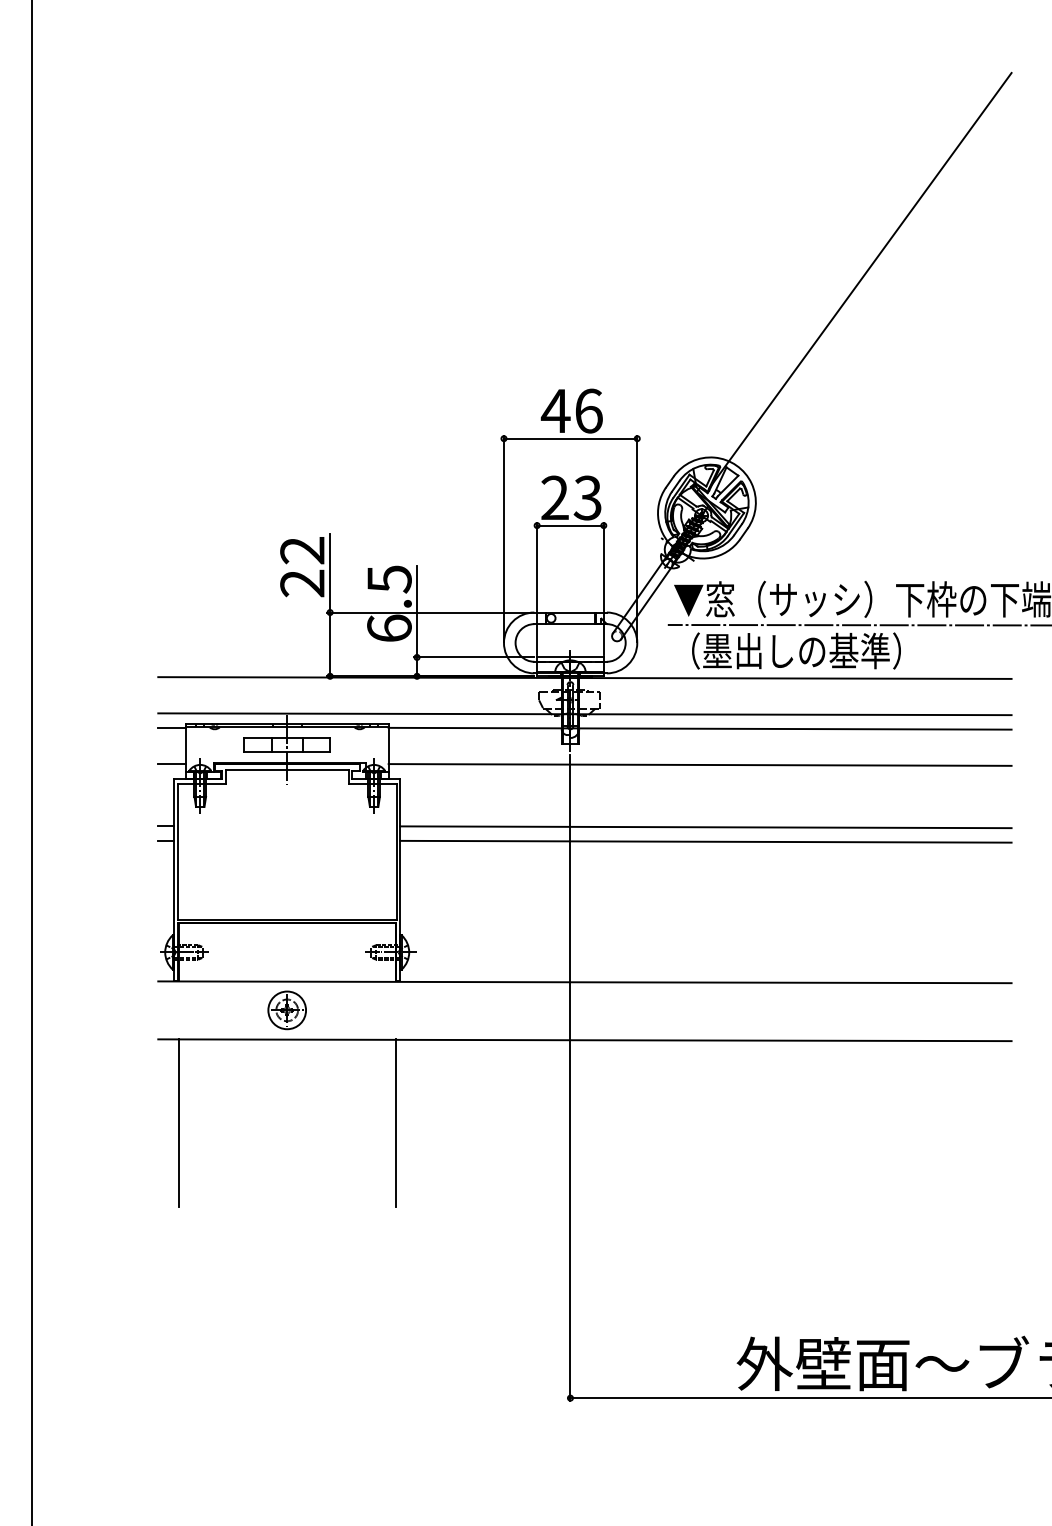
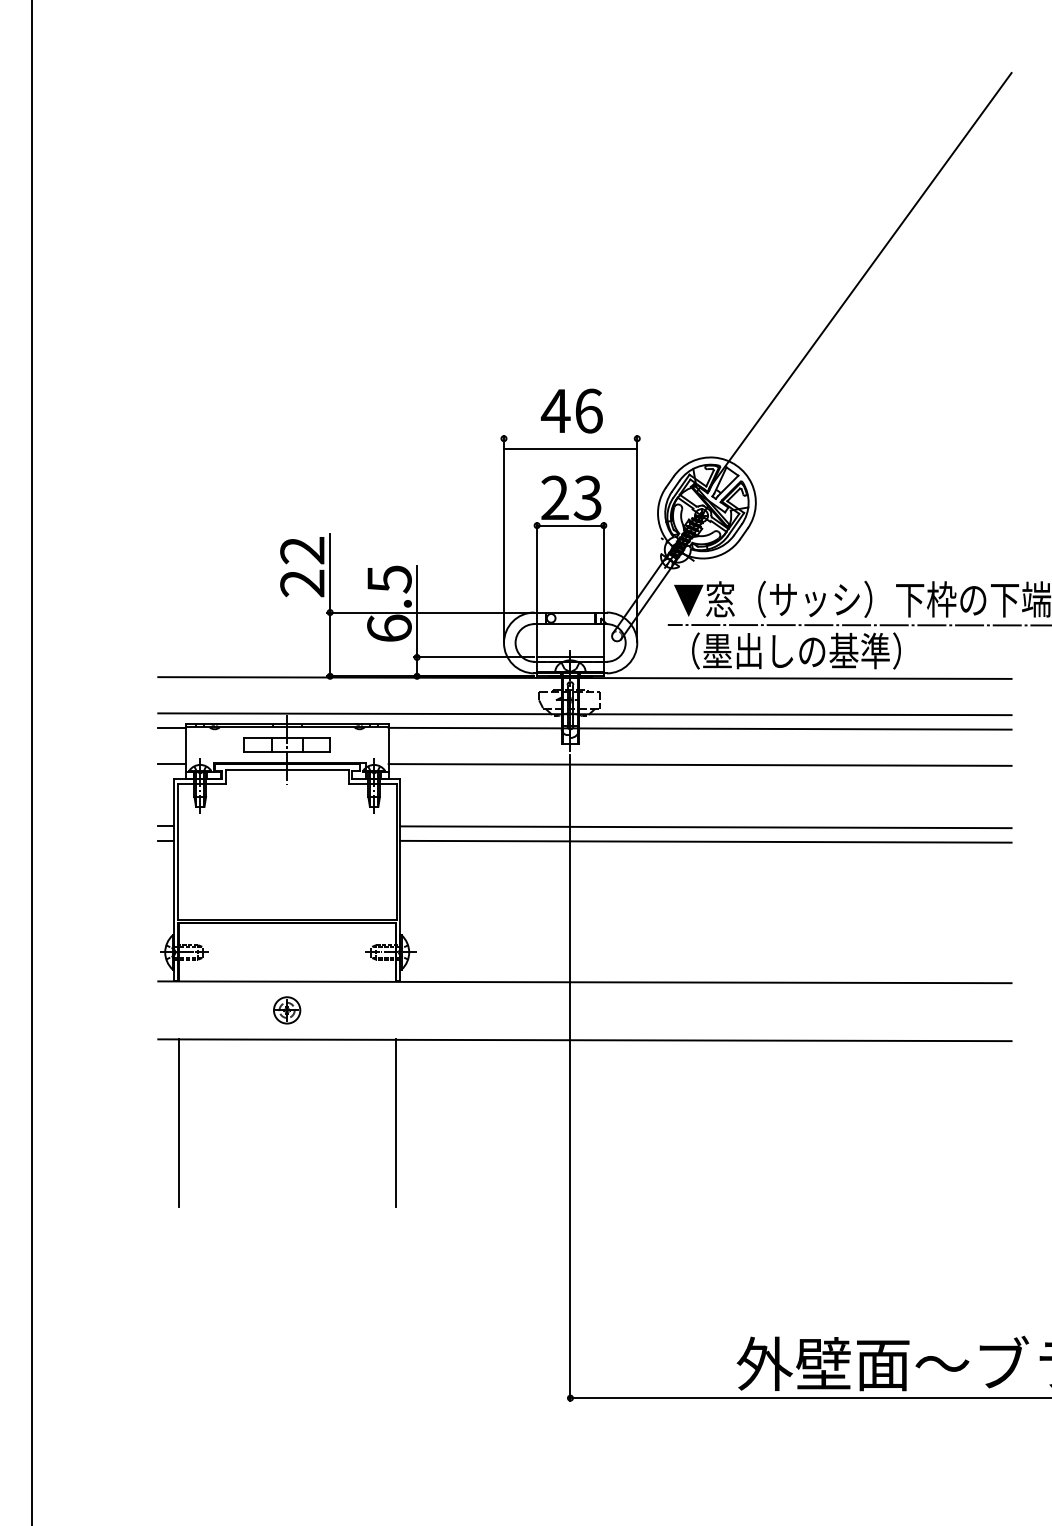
line at (570, 438) position: (570, 438) -> (570, 448)
part at (286, 1010) size: 40x41 px -> 29x29 px
